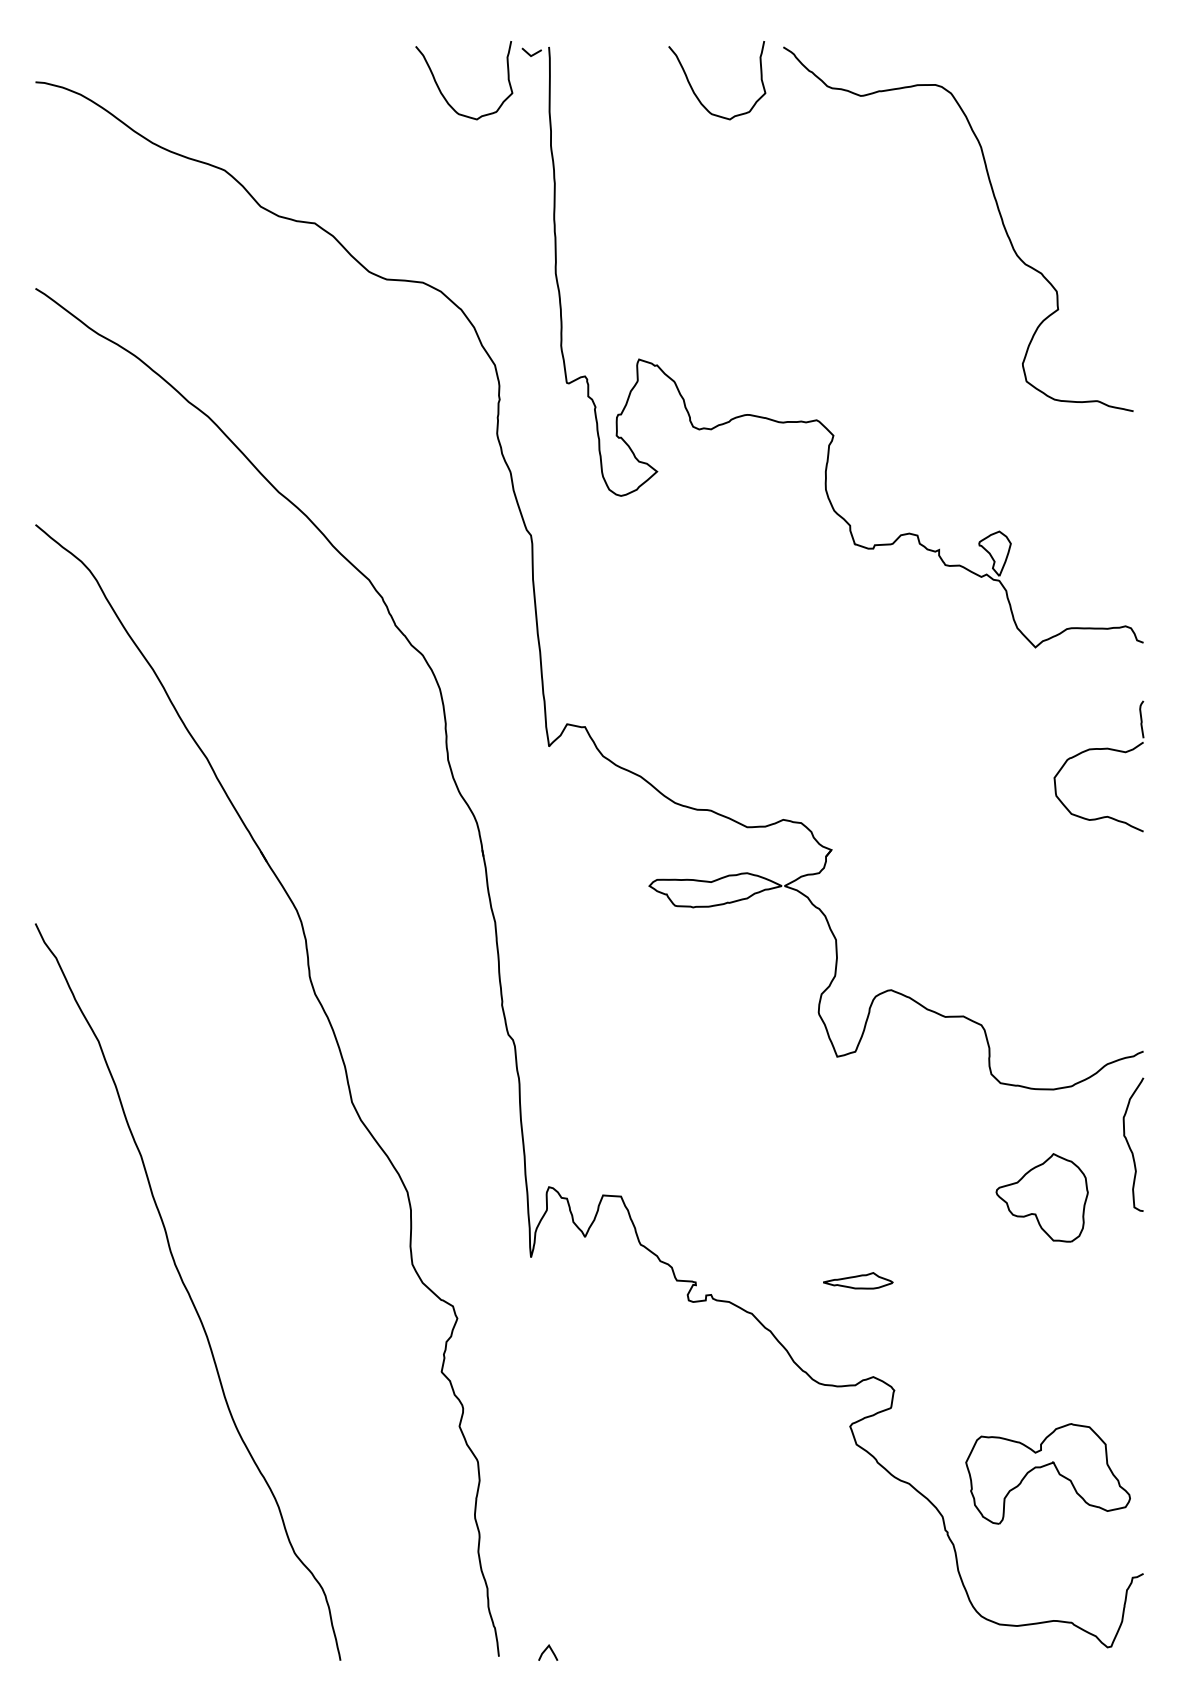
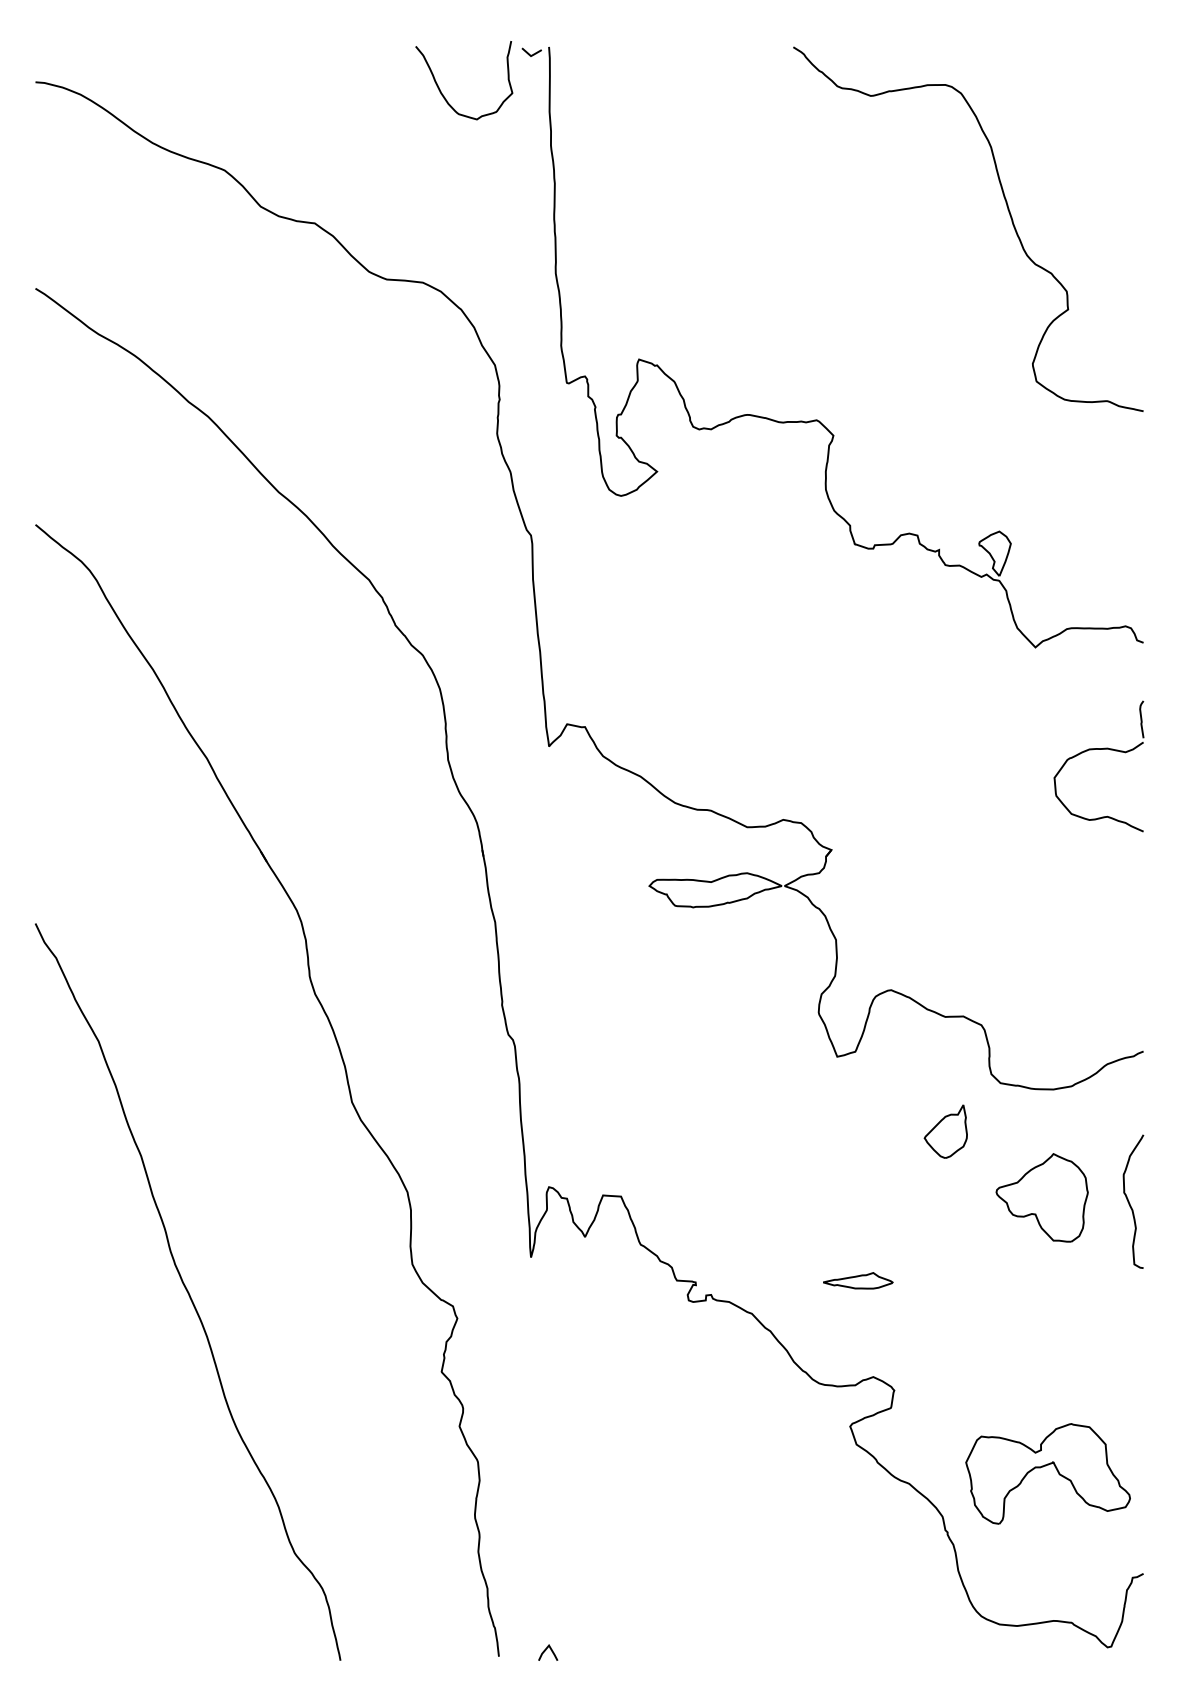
curve at (696, 94): present -> none
curve at (999, 215) position: (999, 215) -> (1009, 215)
part at (945, 1131): none -> present
curve at (1130, 1146) position: (1130, 1146) -> (1130, 1203)
